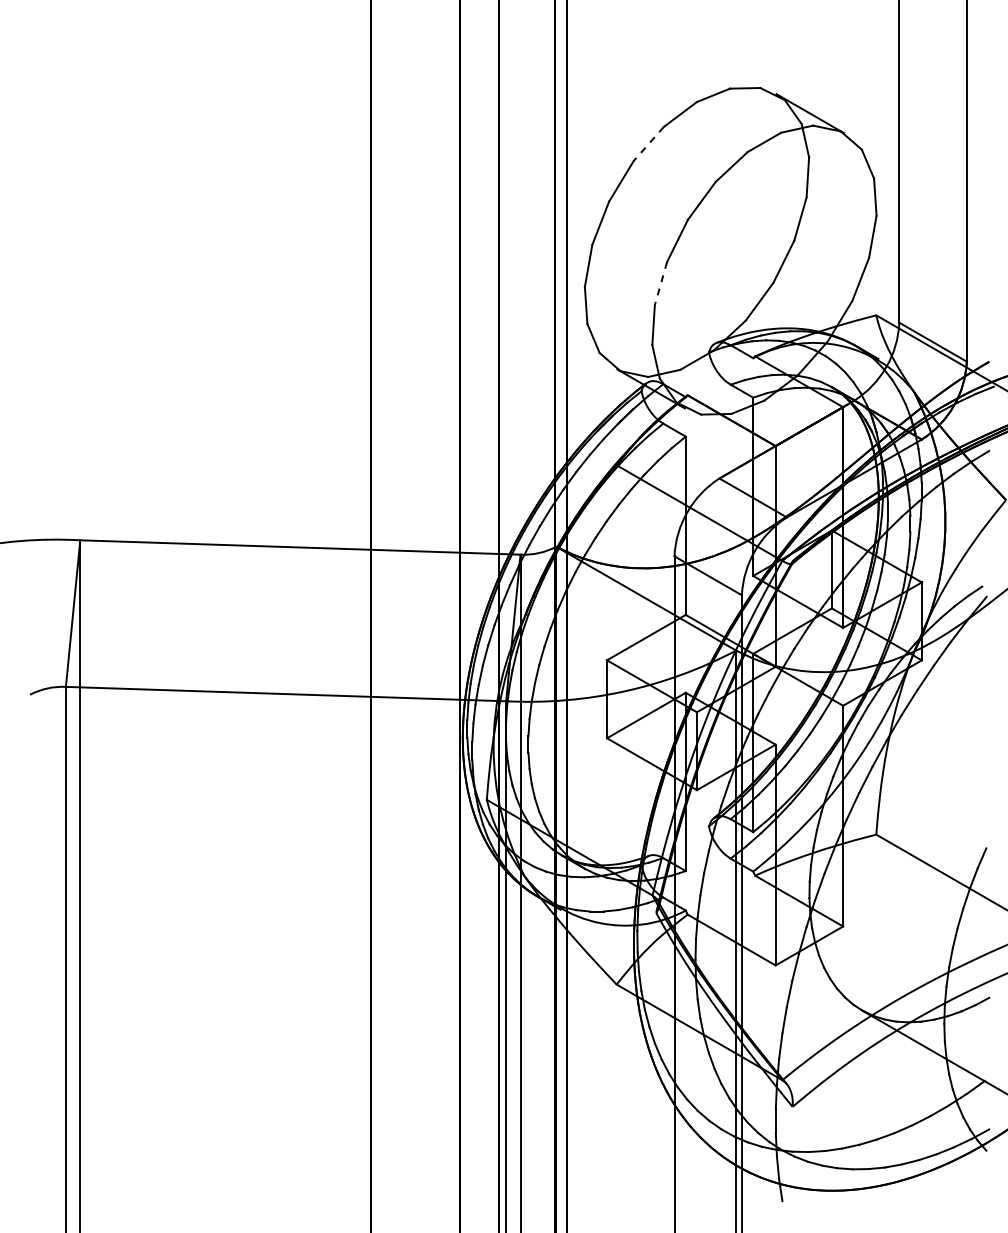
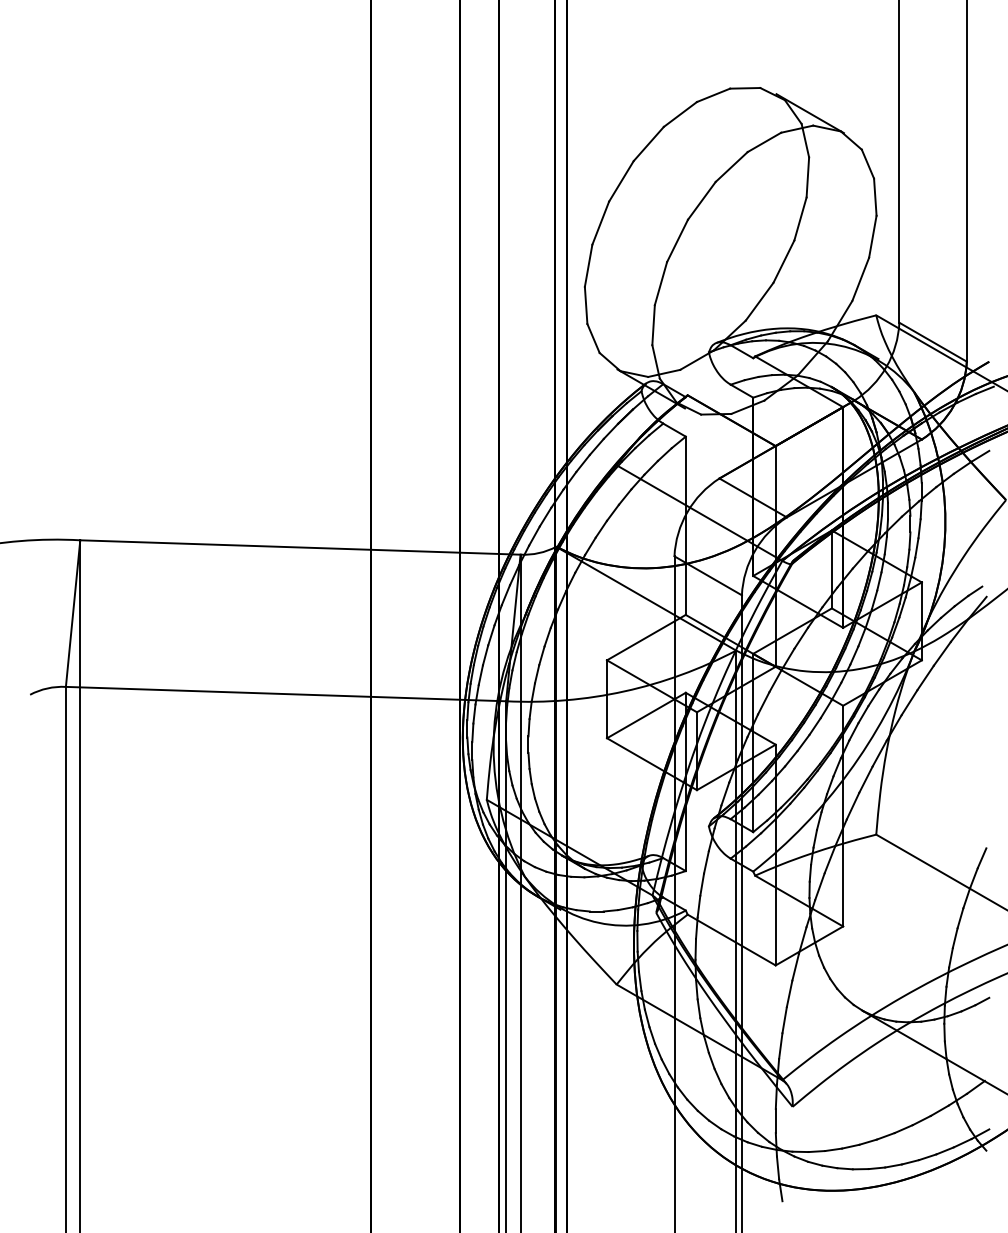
line at (648, 144): dashed -> solid
line at (660, 284): dashed -> solid
